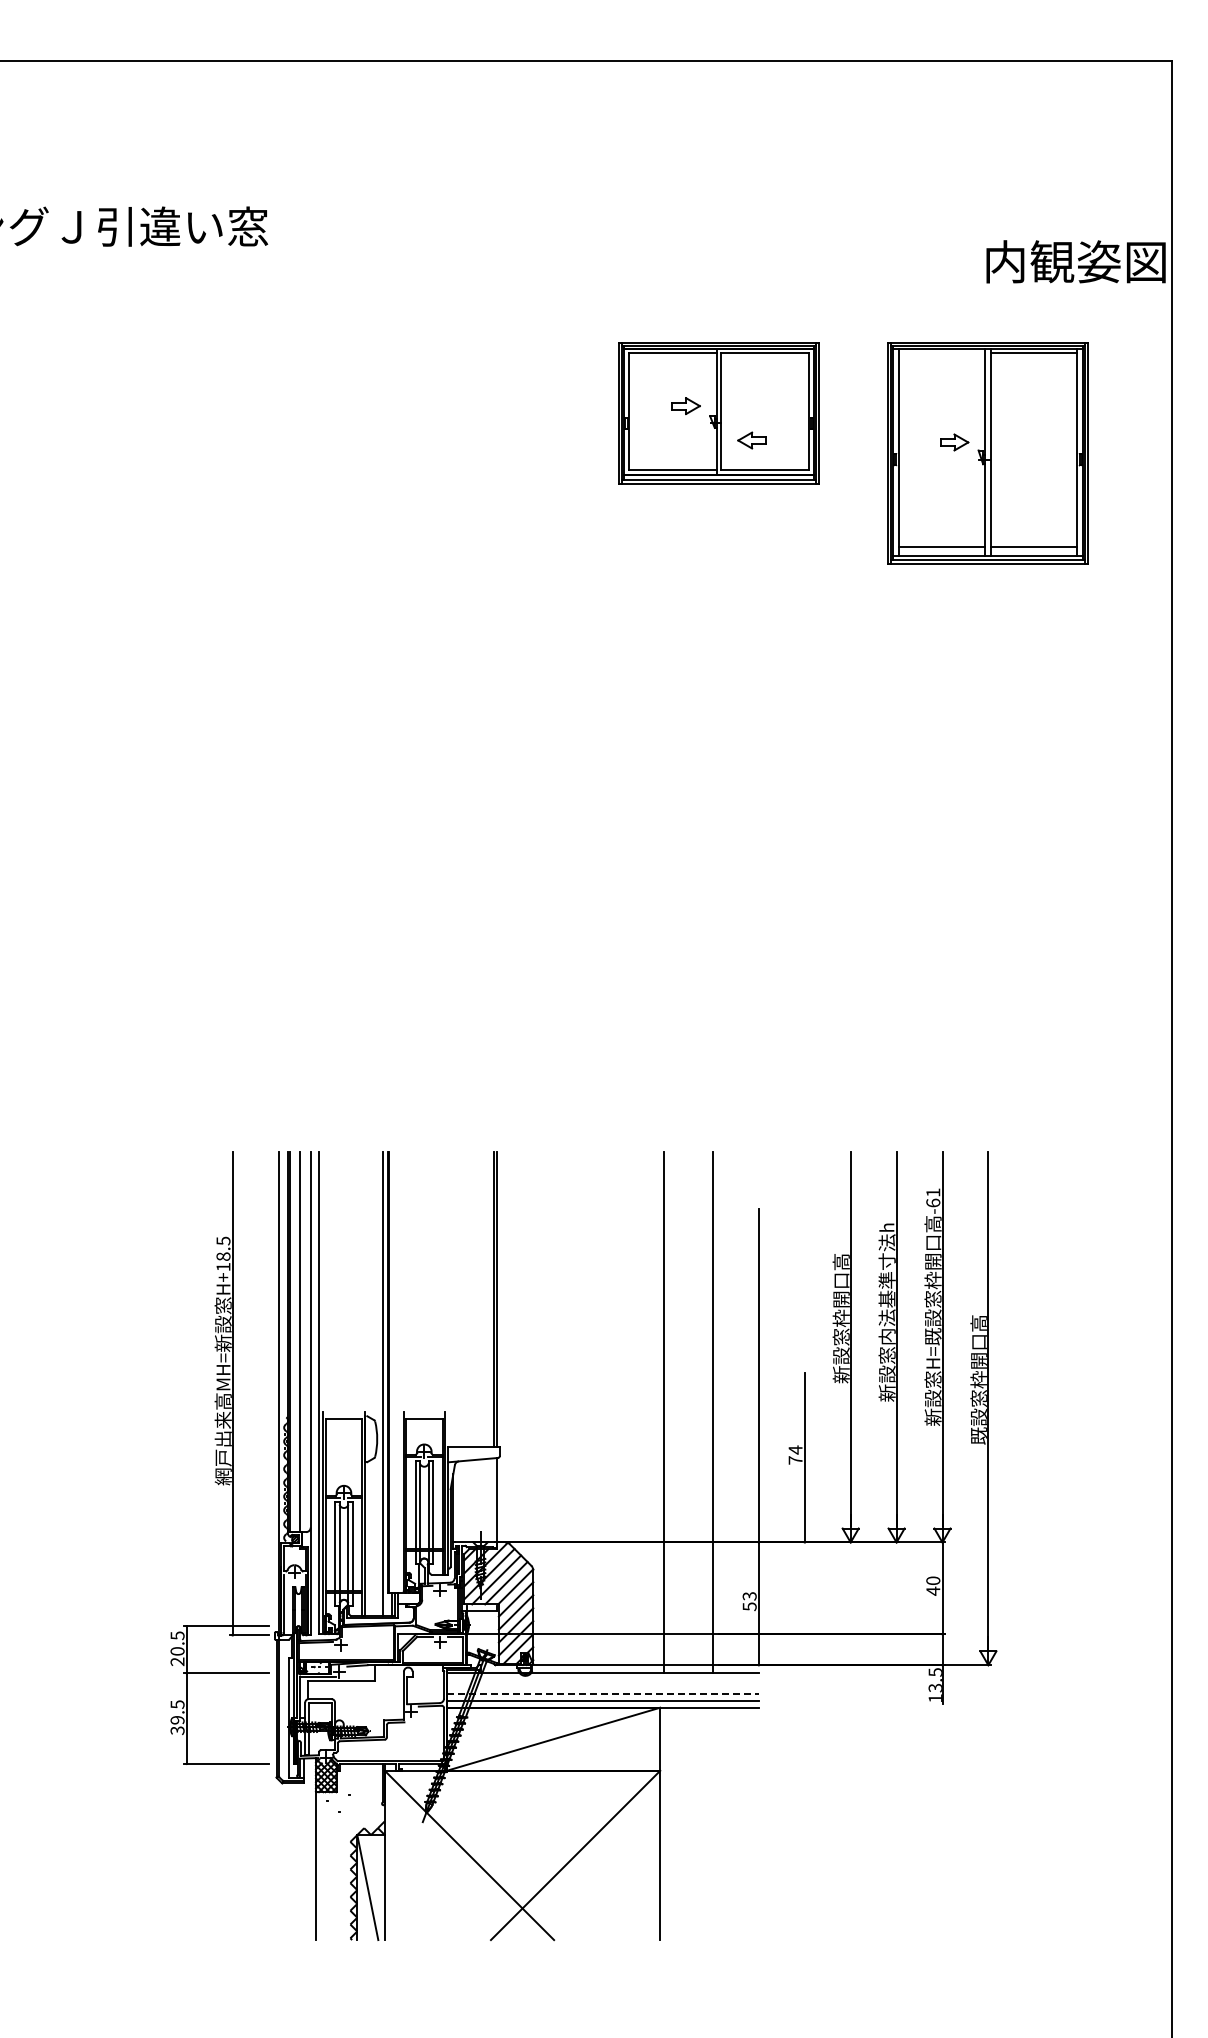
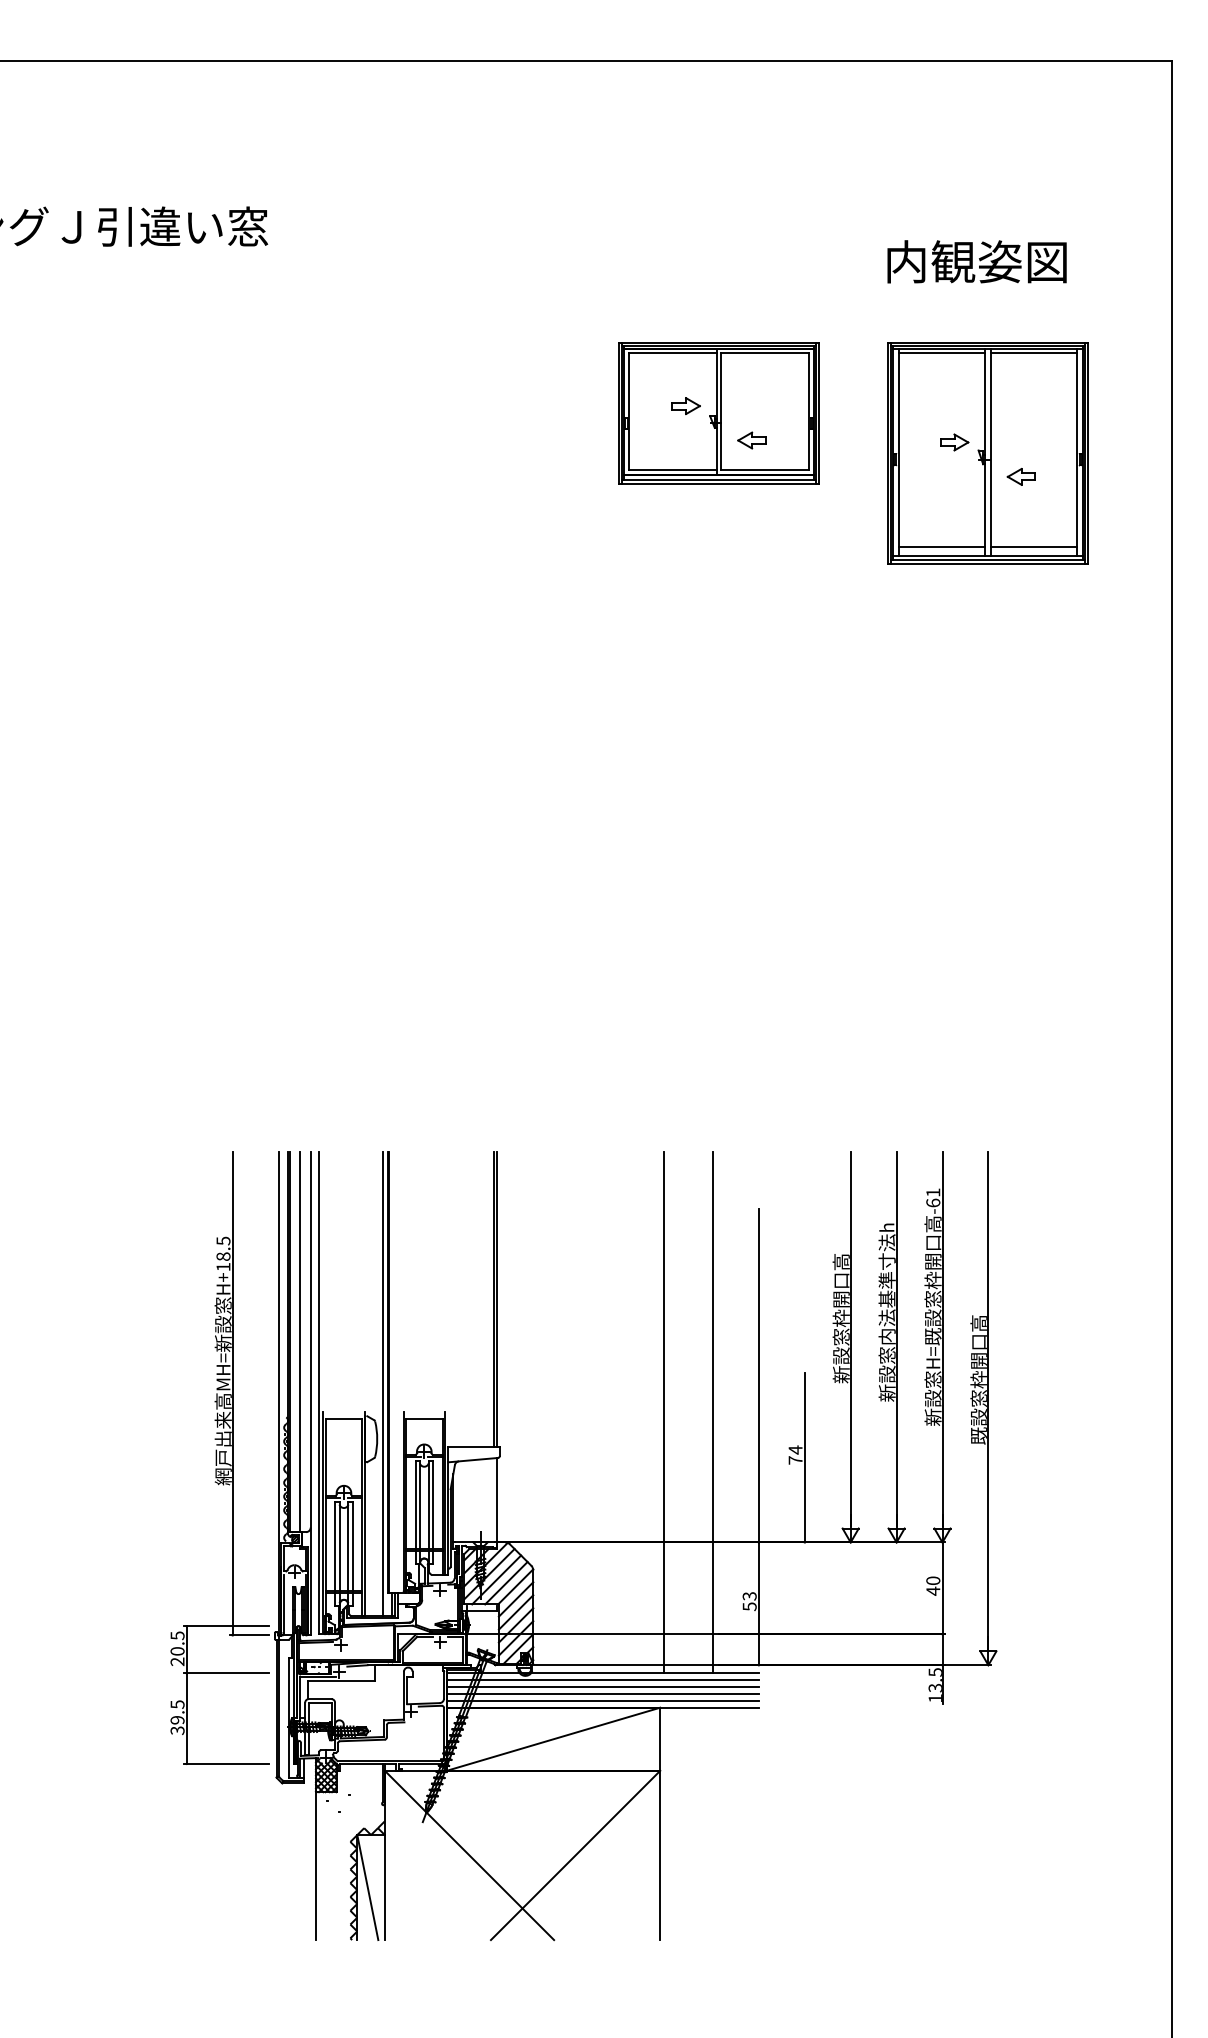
text at (1075, 261) position: (1075, 261) -> (976, 261)
line at (941, 353): none -> present
part at (1020, 476): none -> present
line at (602, 1680): none -> present
line at (602, 1687): none -> present
line at (603, 1693): dashed -> solid
